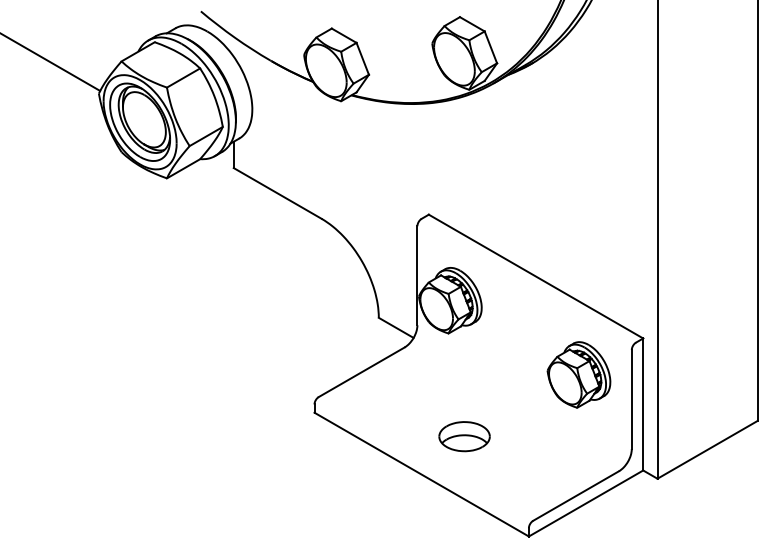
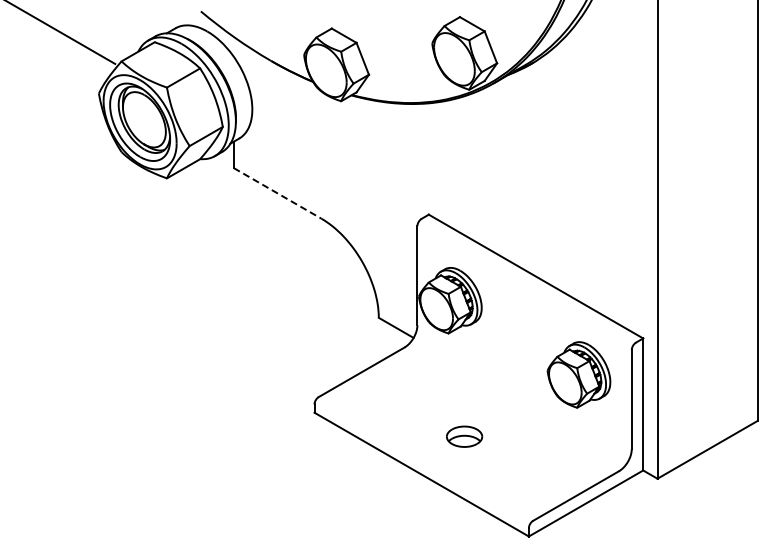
line at (51, 62) position: (51, 62) -> (61, 32)
line at (277, 193): solid -> dashed
part at (464, 436) size: 53x32 px -> 38x23 px
